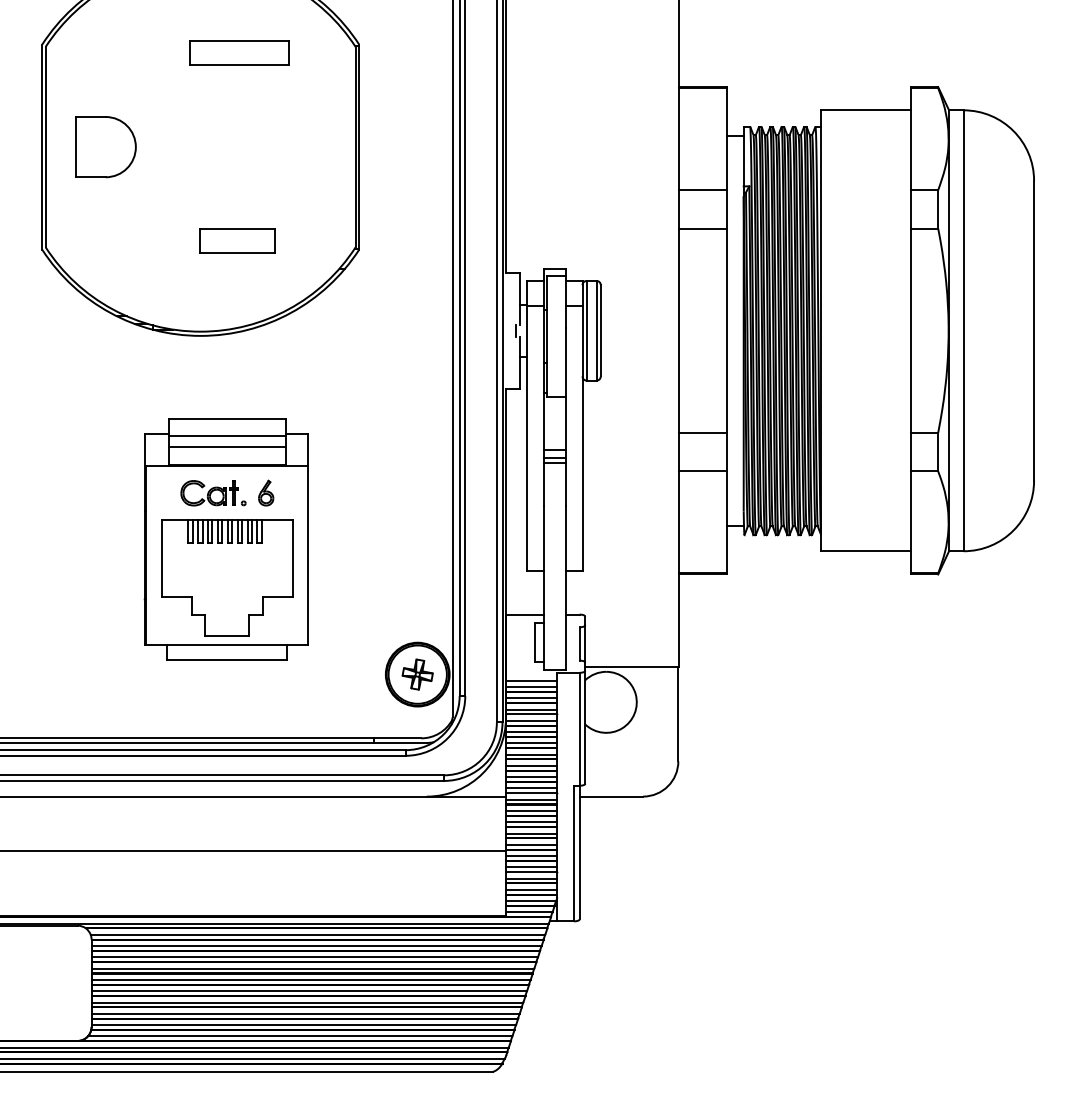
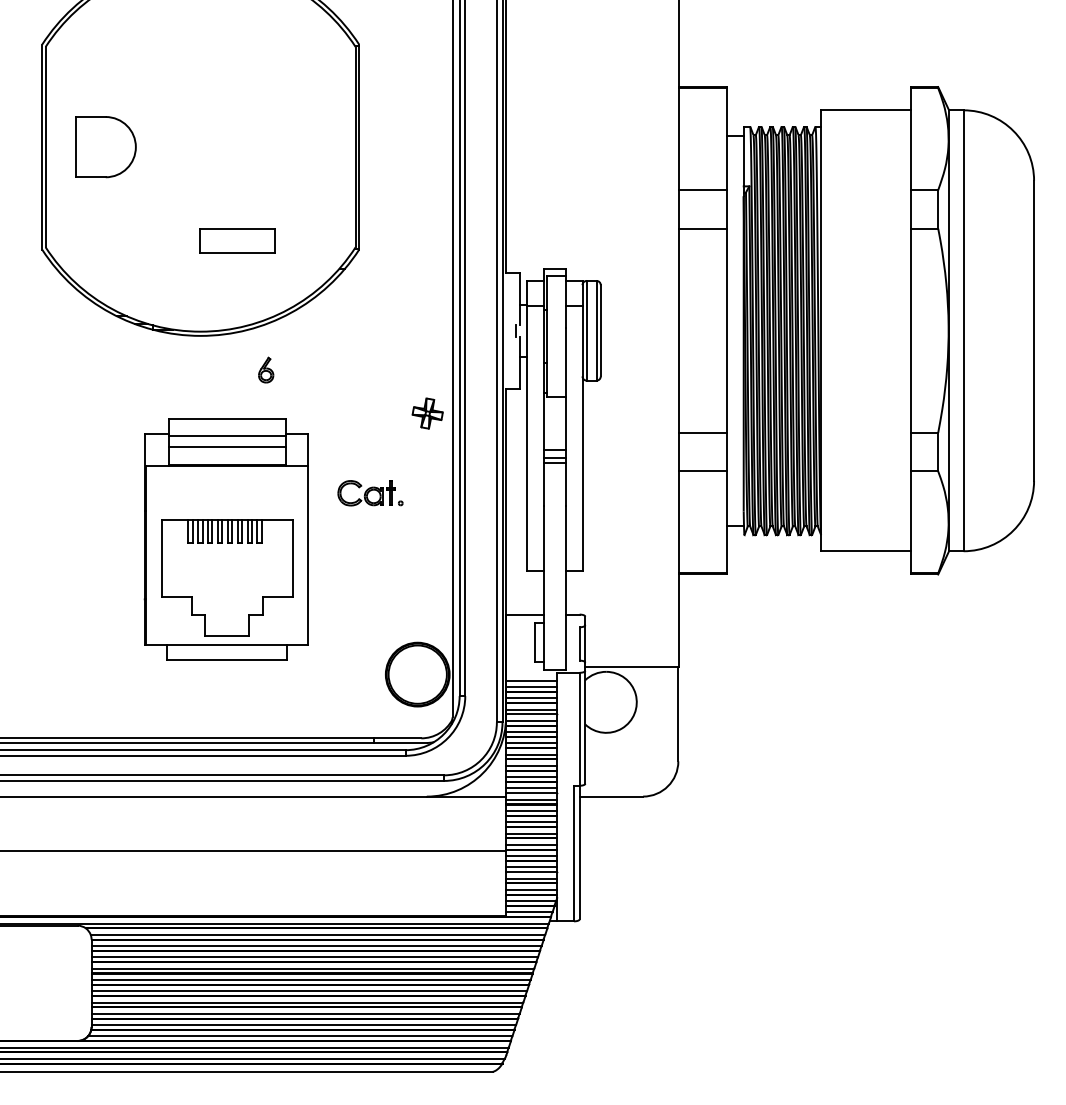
part at (239, 52): present -> none
part at (266, 492) position: (266, 492) -> (266, 369)
part at (213, 493) position: (213, 493) -> (370, 493)
part at (417, 674) position: (417, 674) -> (427, 413)
